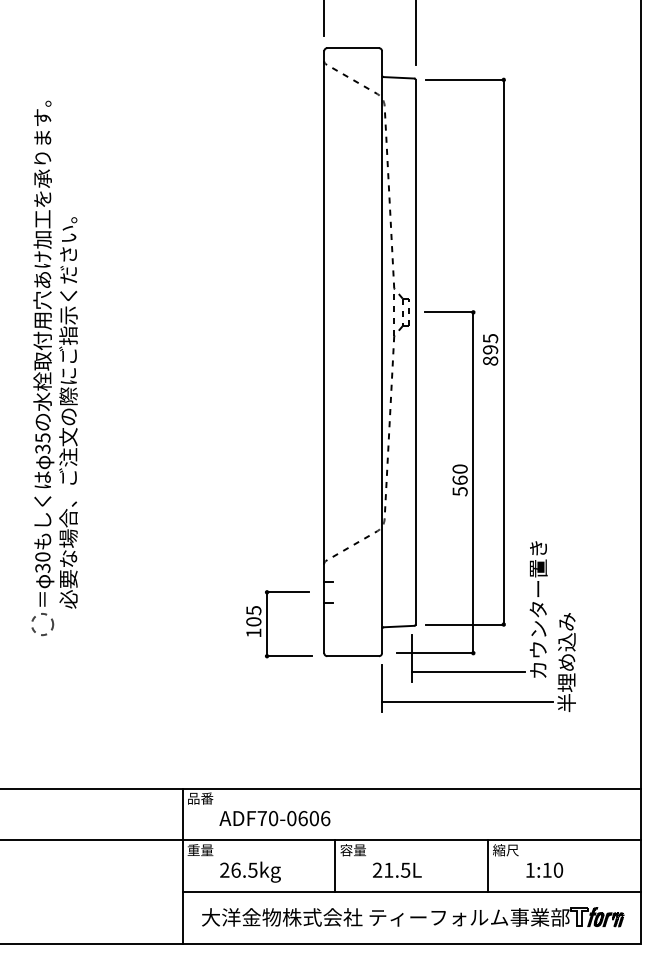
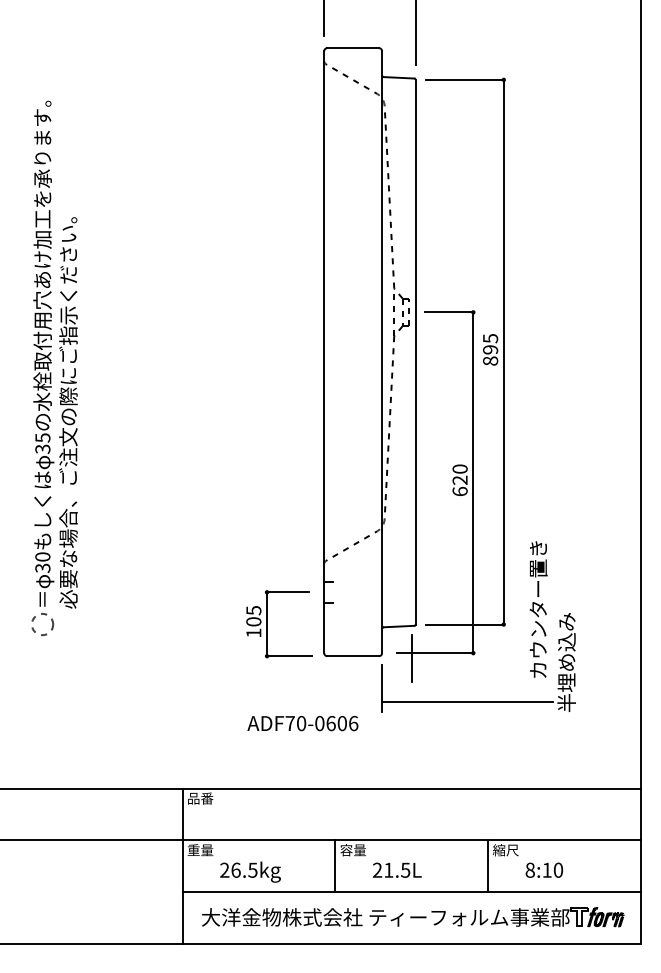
text at (459, 485): 560 -> 620
line at (468, 671): present -> none
text at (274, 818) position: (274, 818) -> (302, 723)
text at (529, 869): 1:10 -> 8:10
